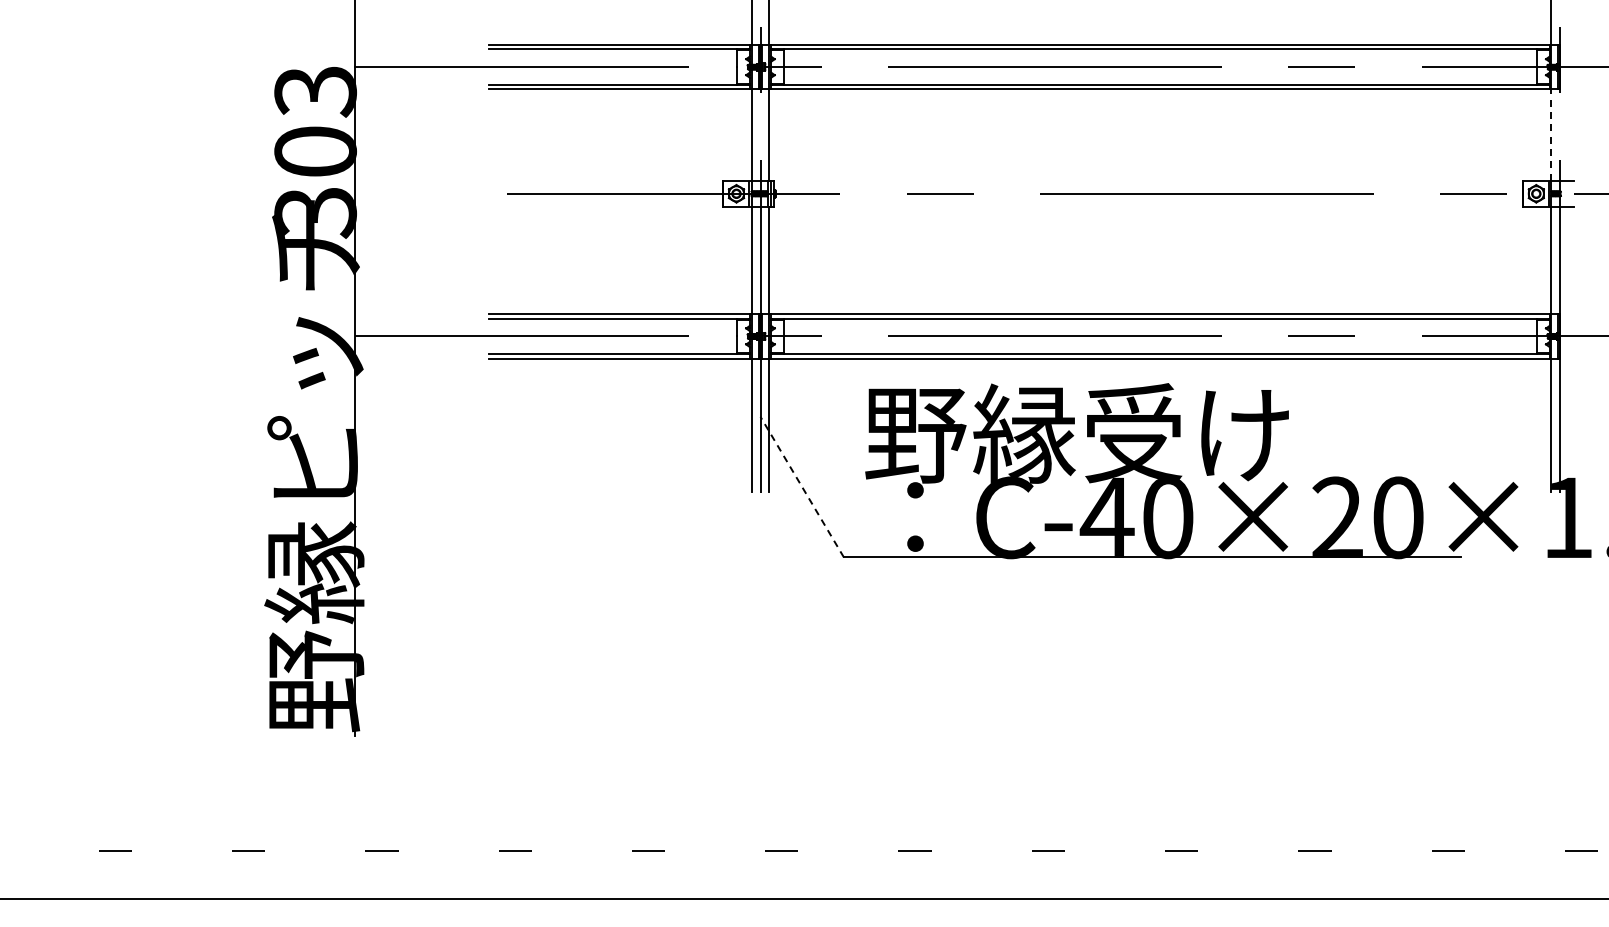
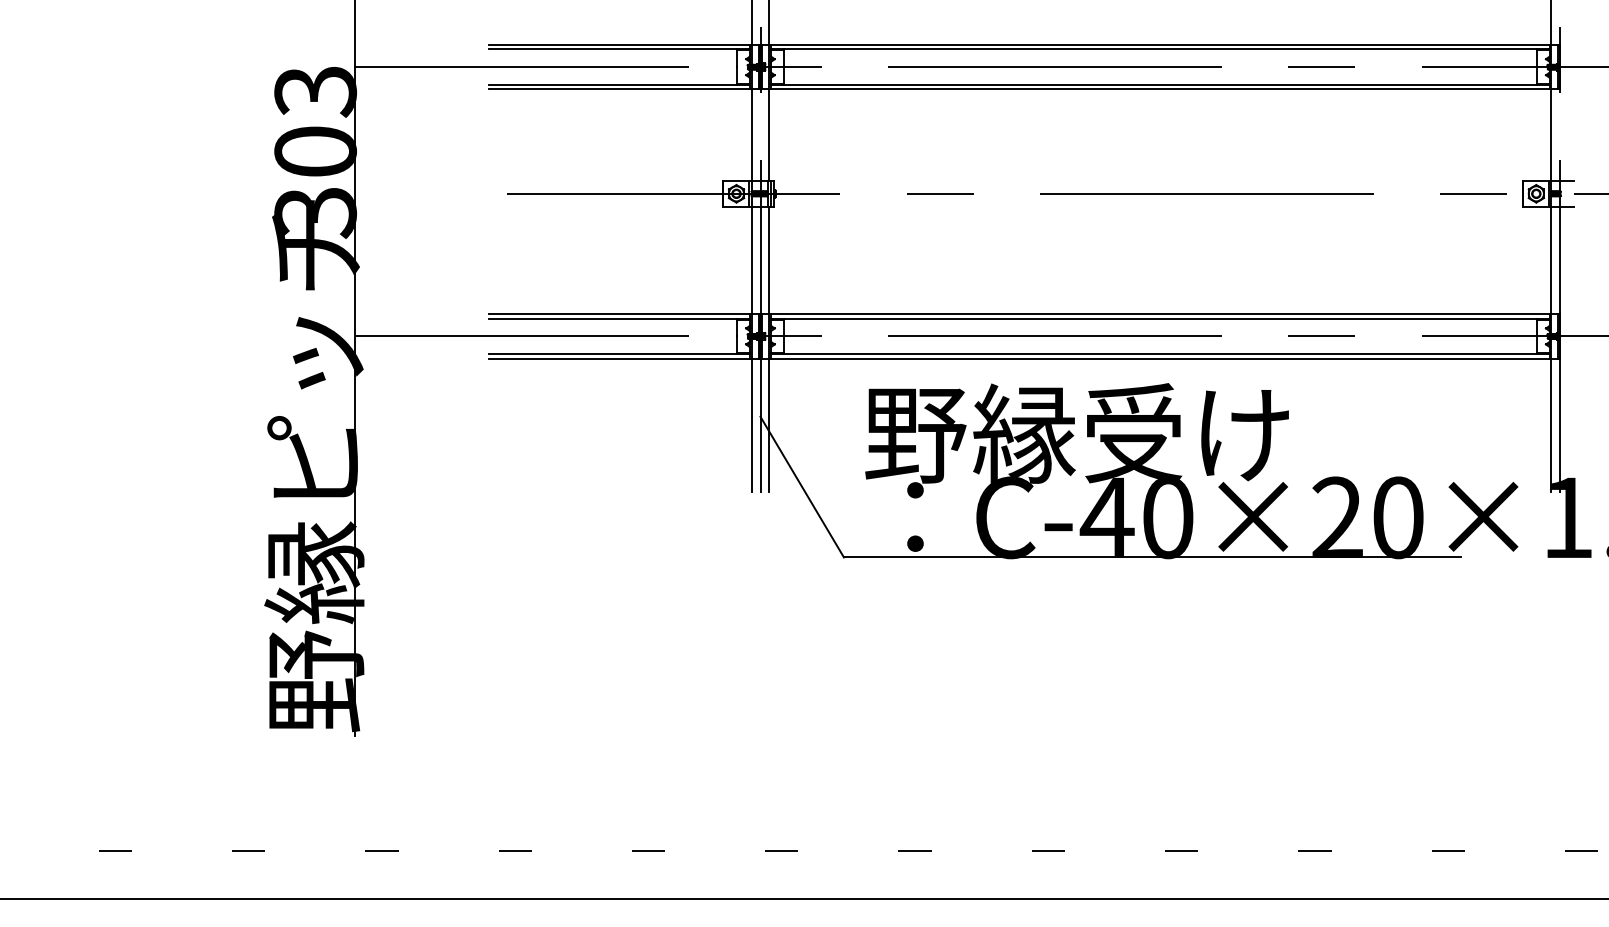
line at (1551, 134): dashed -> solid
line at (802, 487): dashed -> solid
